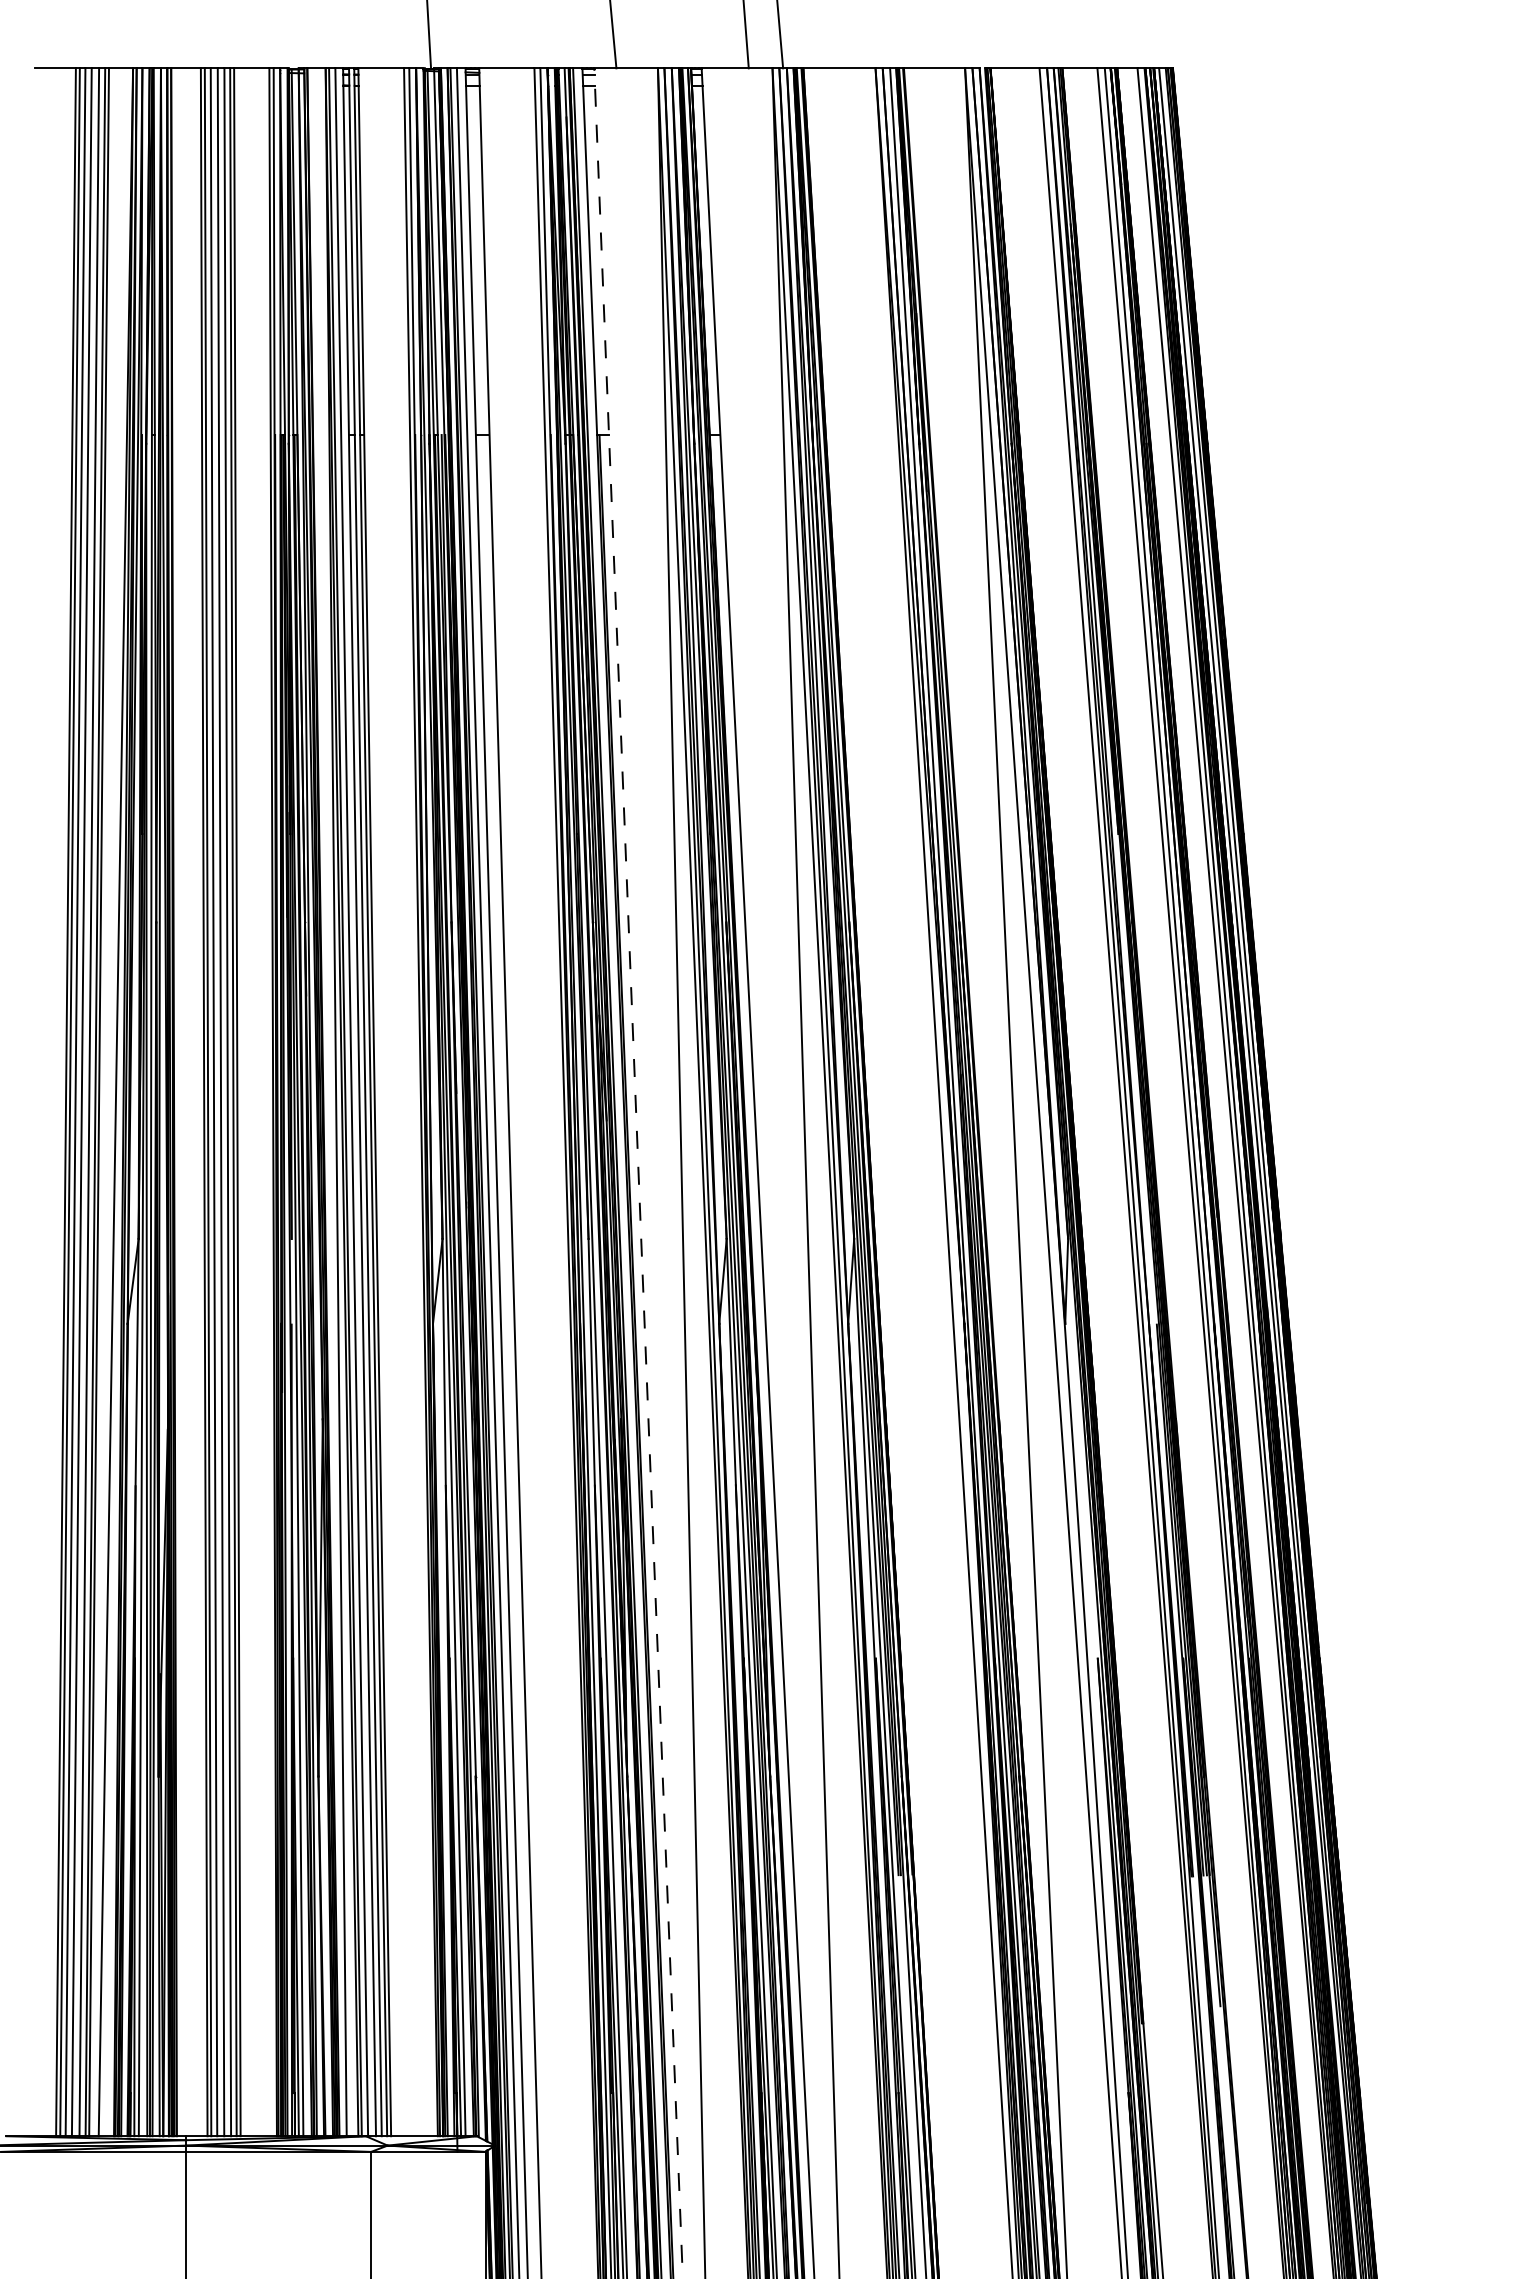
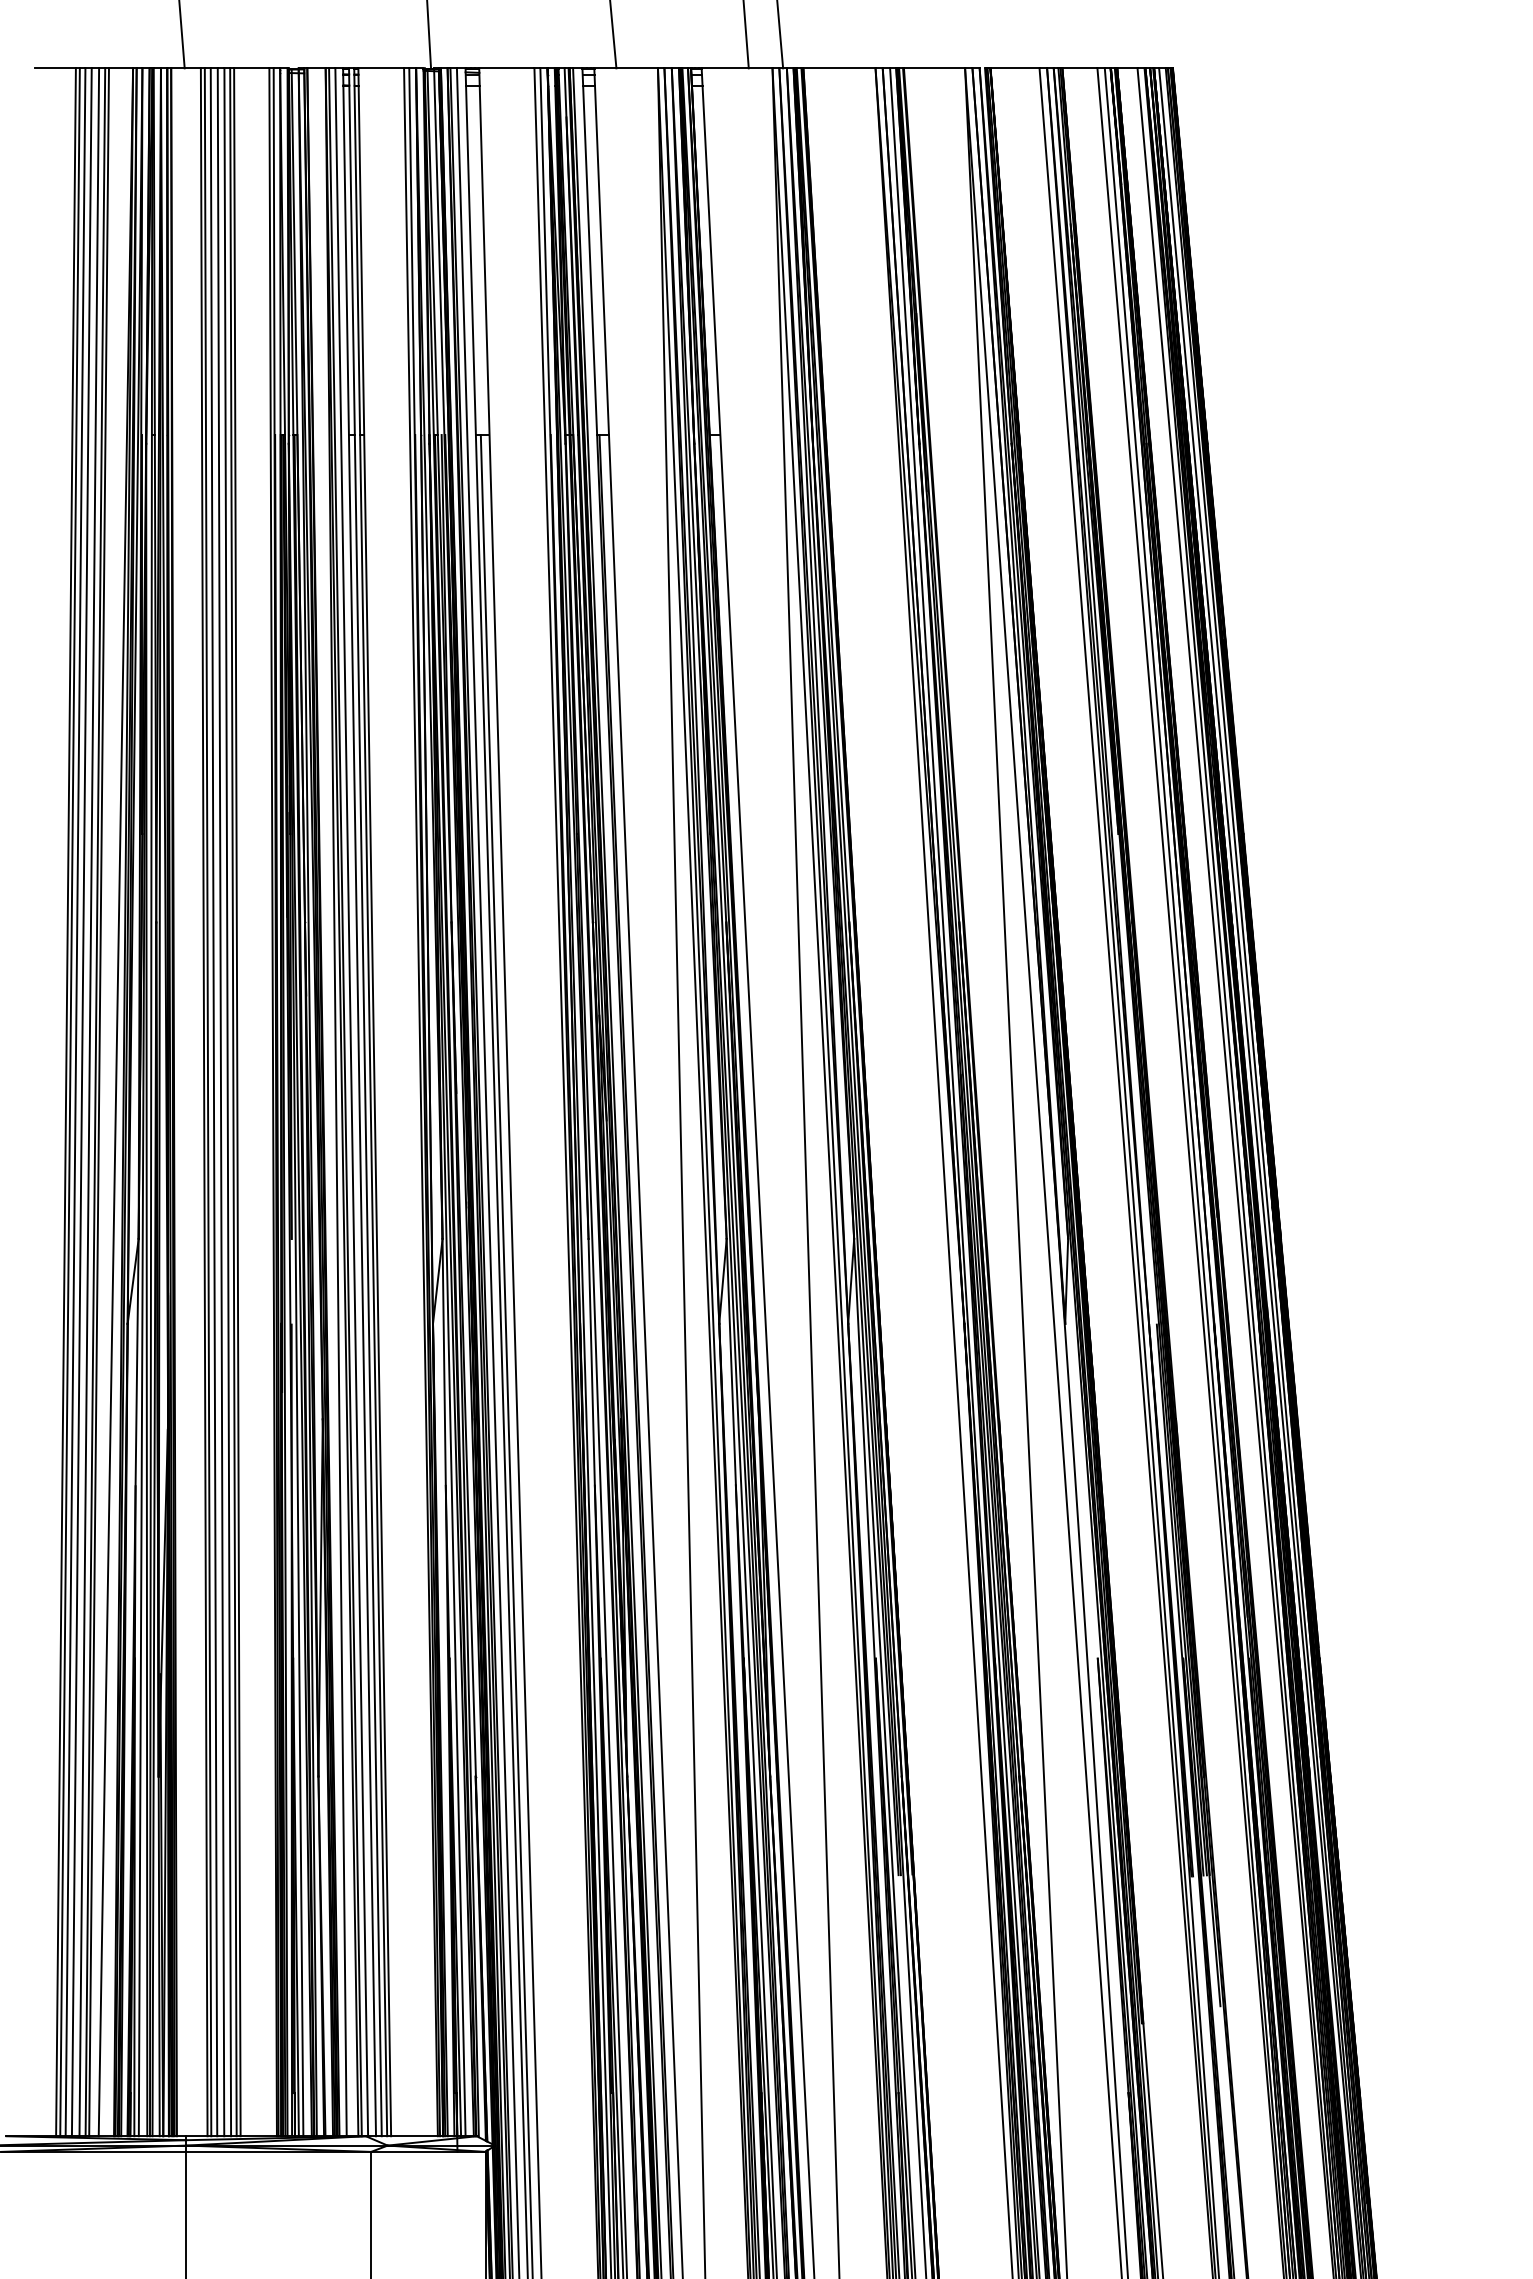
line at (181, 35): none -> present
line at (638, 1173): dashed -> solid
line at (506, 1355): none -> present
